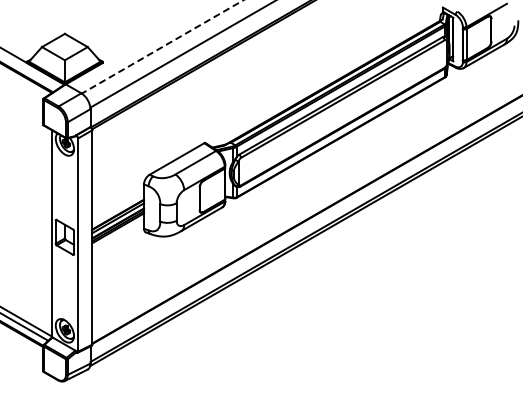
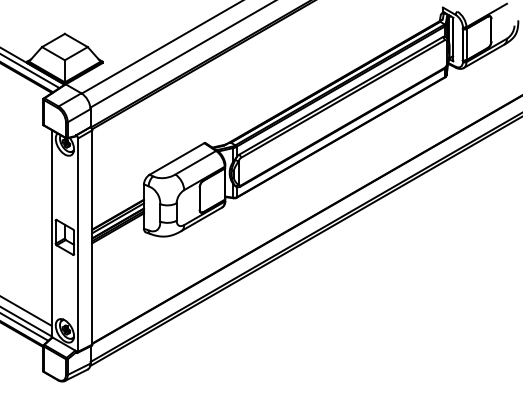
line at (162, 47): dashed -> solid
line at (30, 71): none -> present
line at (26, 311): none -> present
